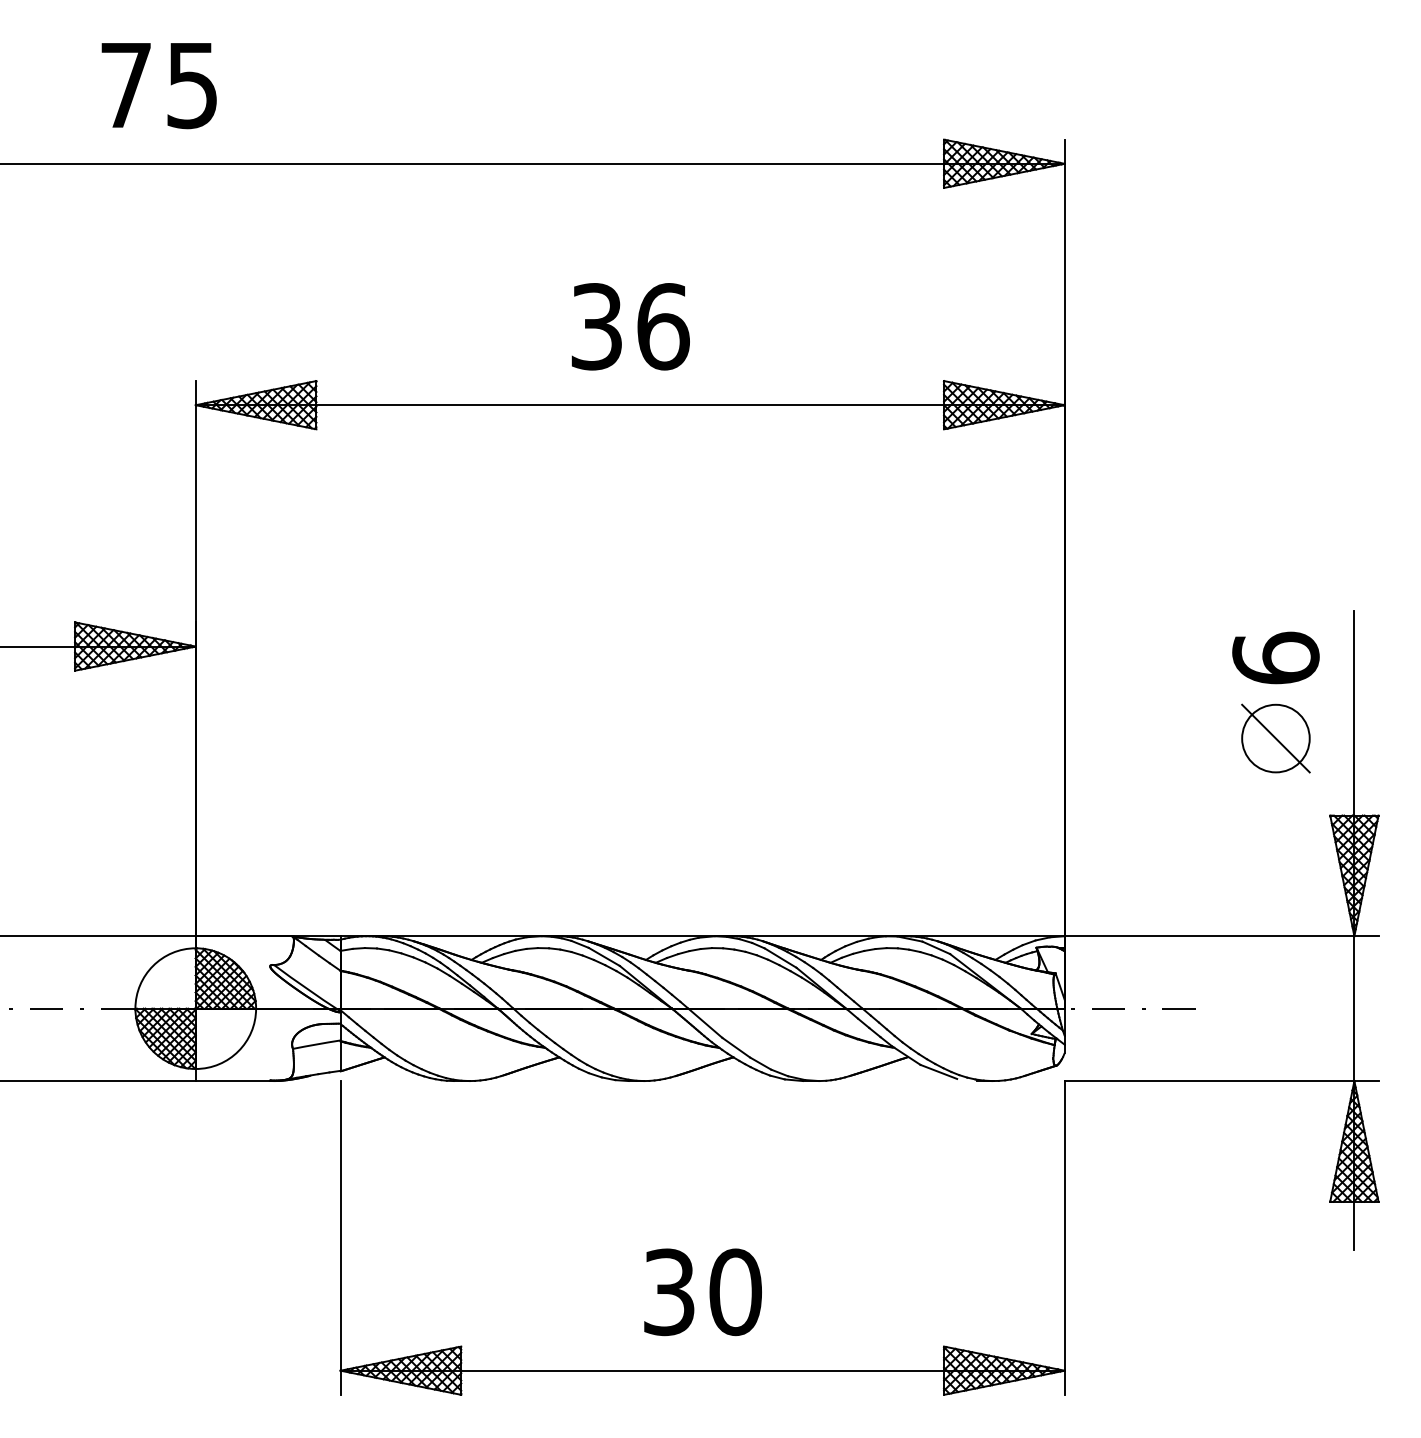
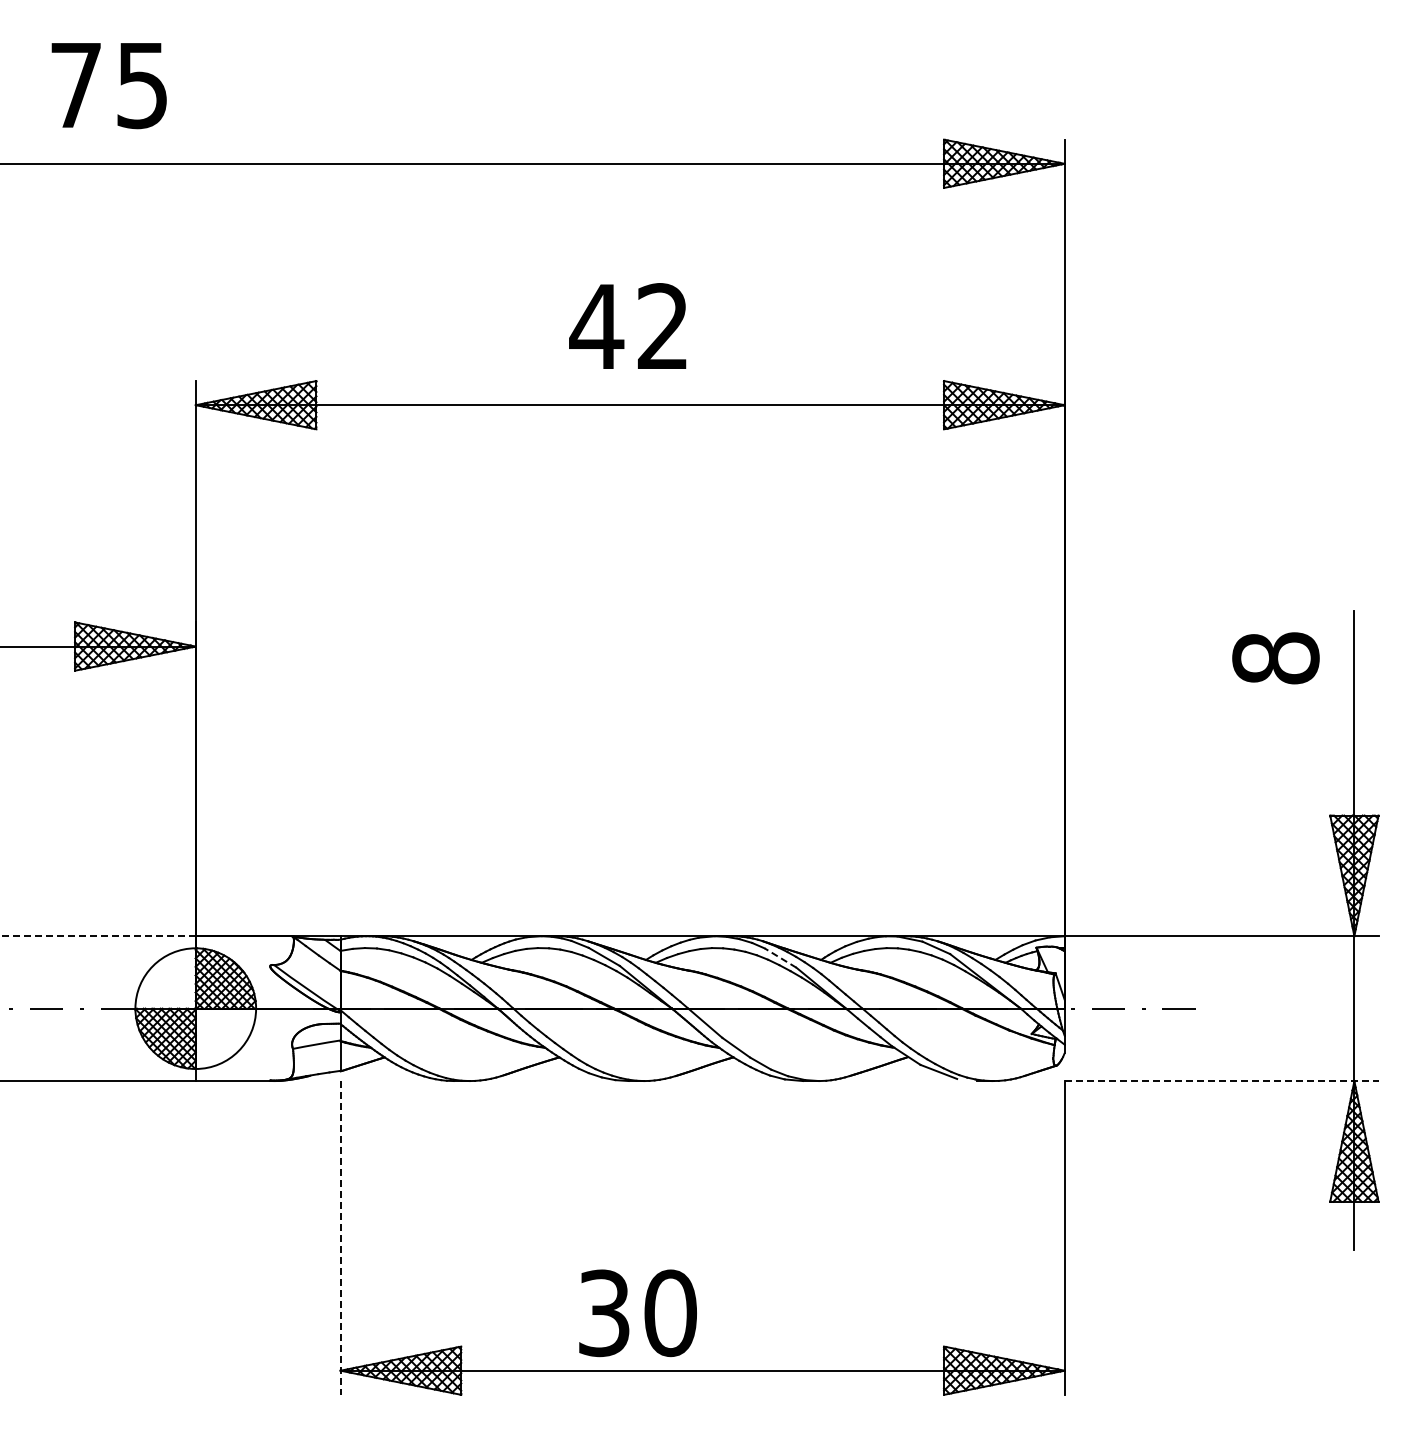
text at (158, 86) position: (158, 86) -> (108, 86)
text at (629, 326): 36 -> 42
text at (1275, 657): 6 -> 8
part at (1275, 738): present -> none
line at (97, 936): solid -> dashed
line at (780, 958): solid -> dashed
line at (1221, 1081): solid -> dashed
line at (340, 1237): solid -> dashed
text at (702, 1292) position: (702, 1292) -> (637, 1313)
